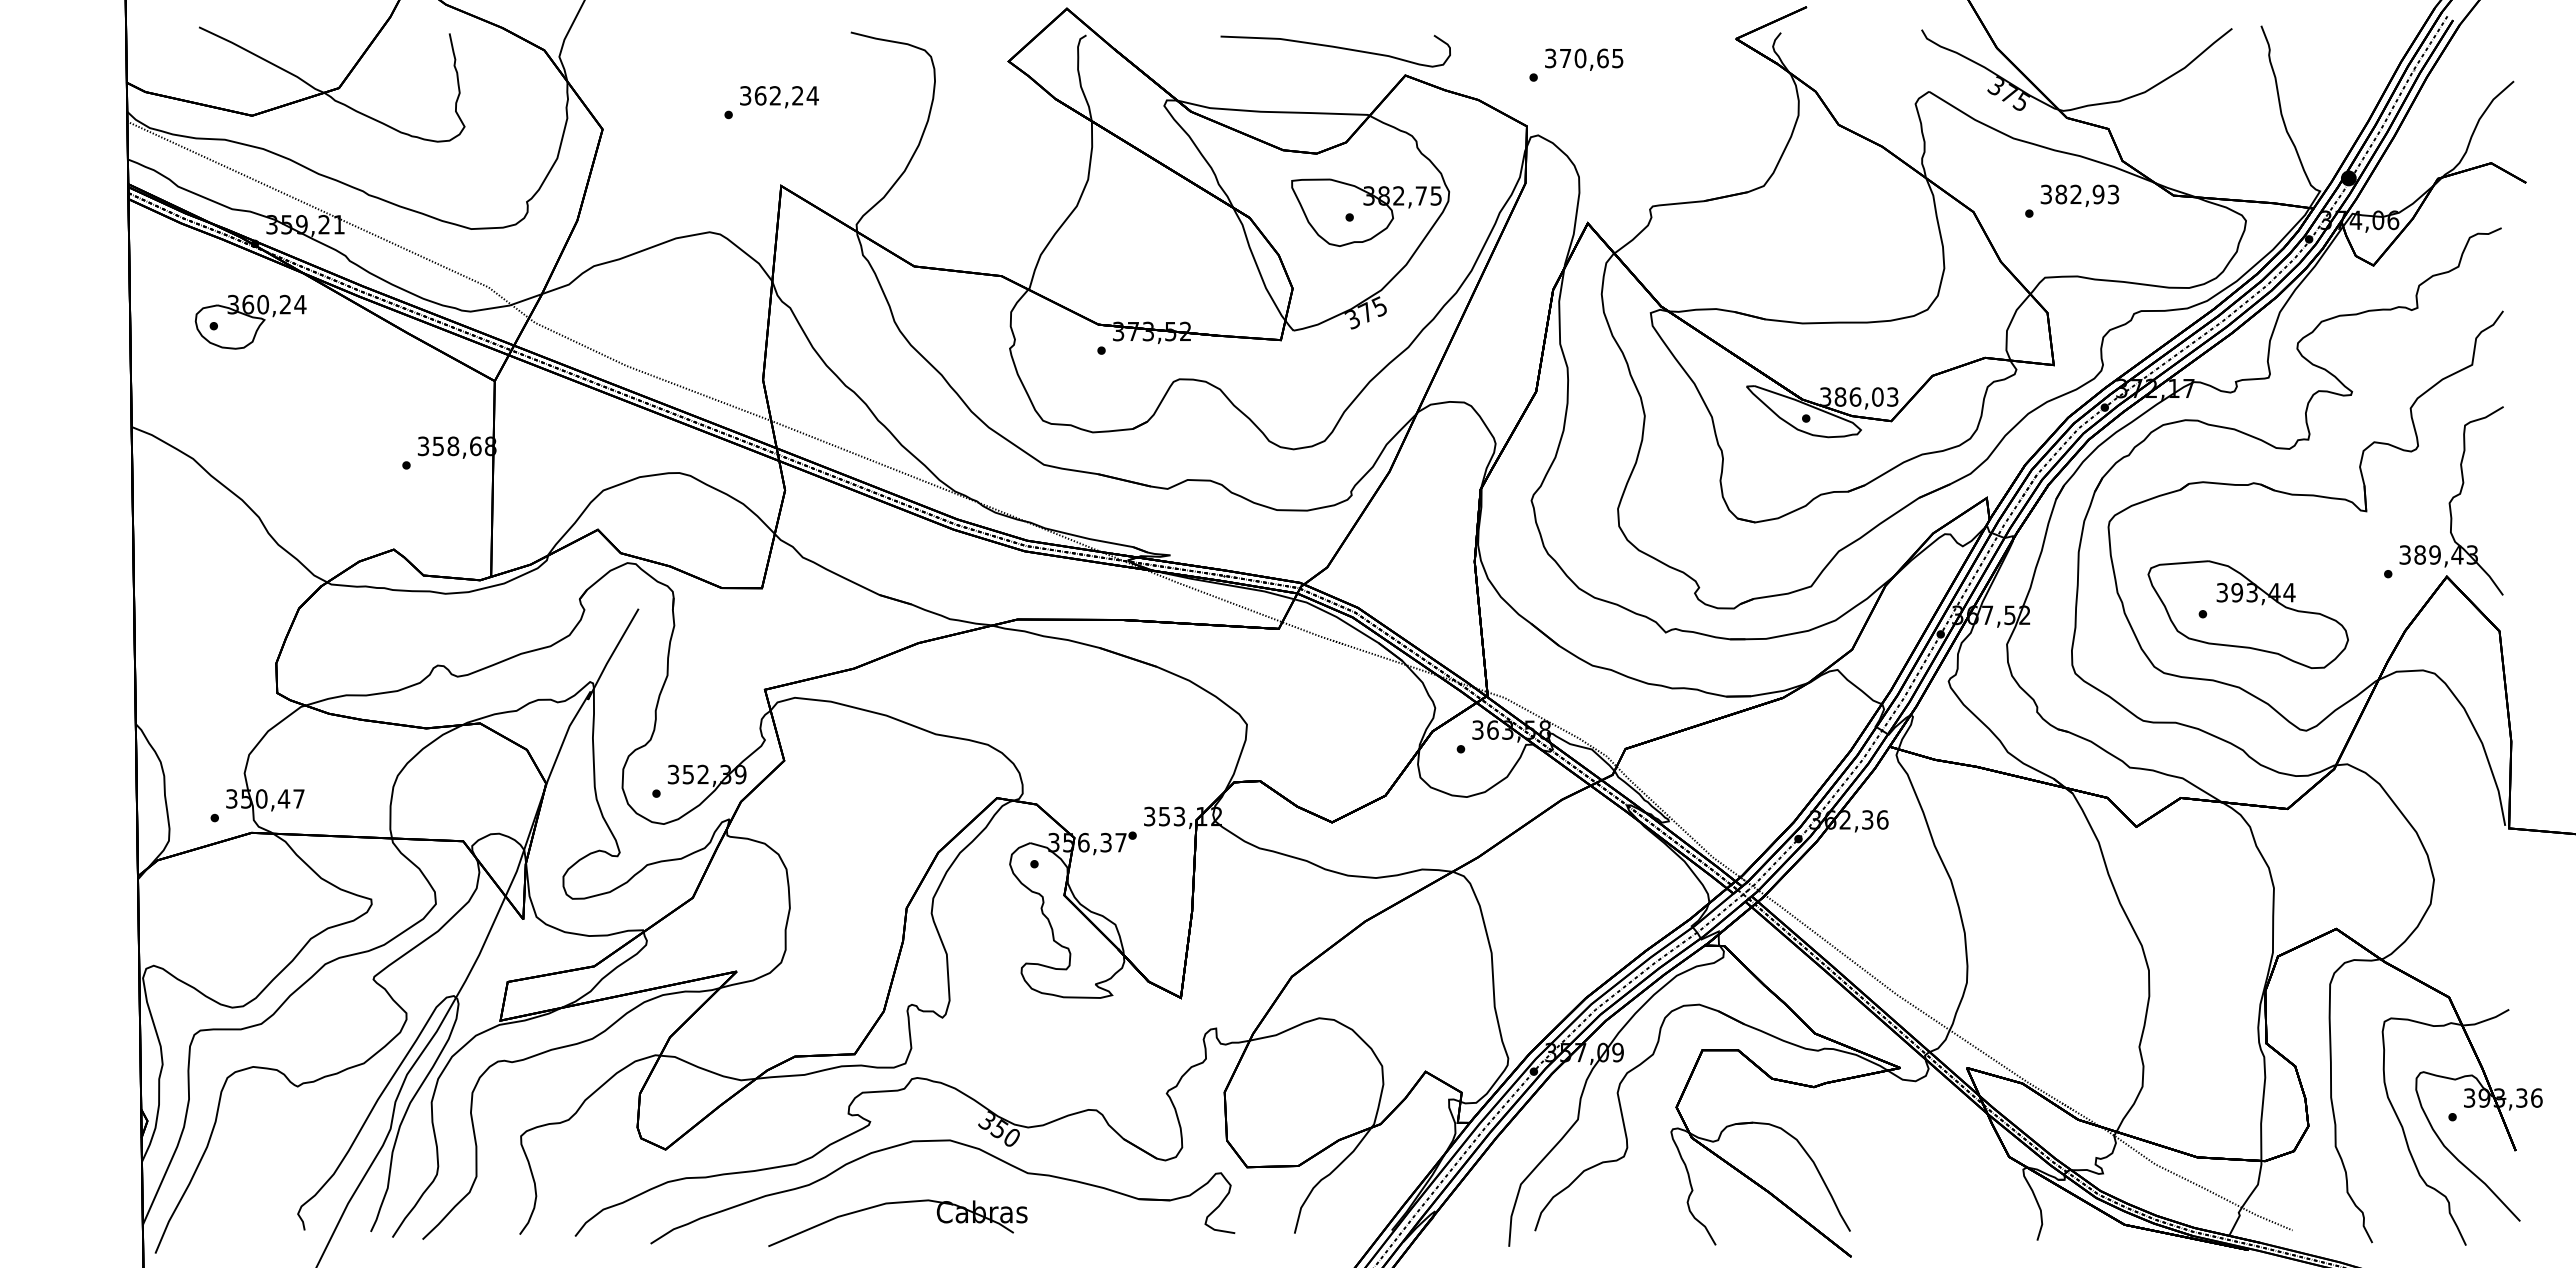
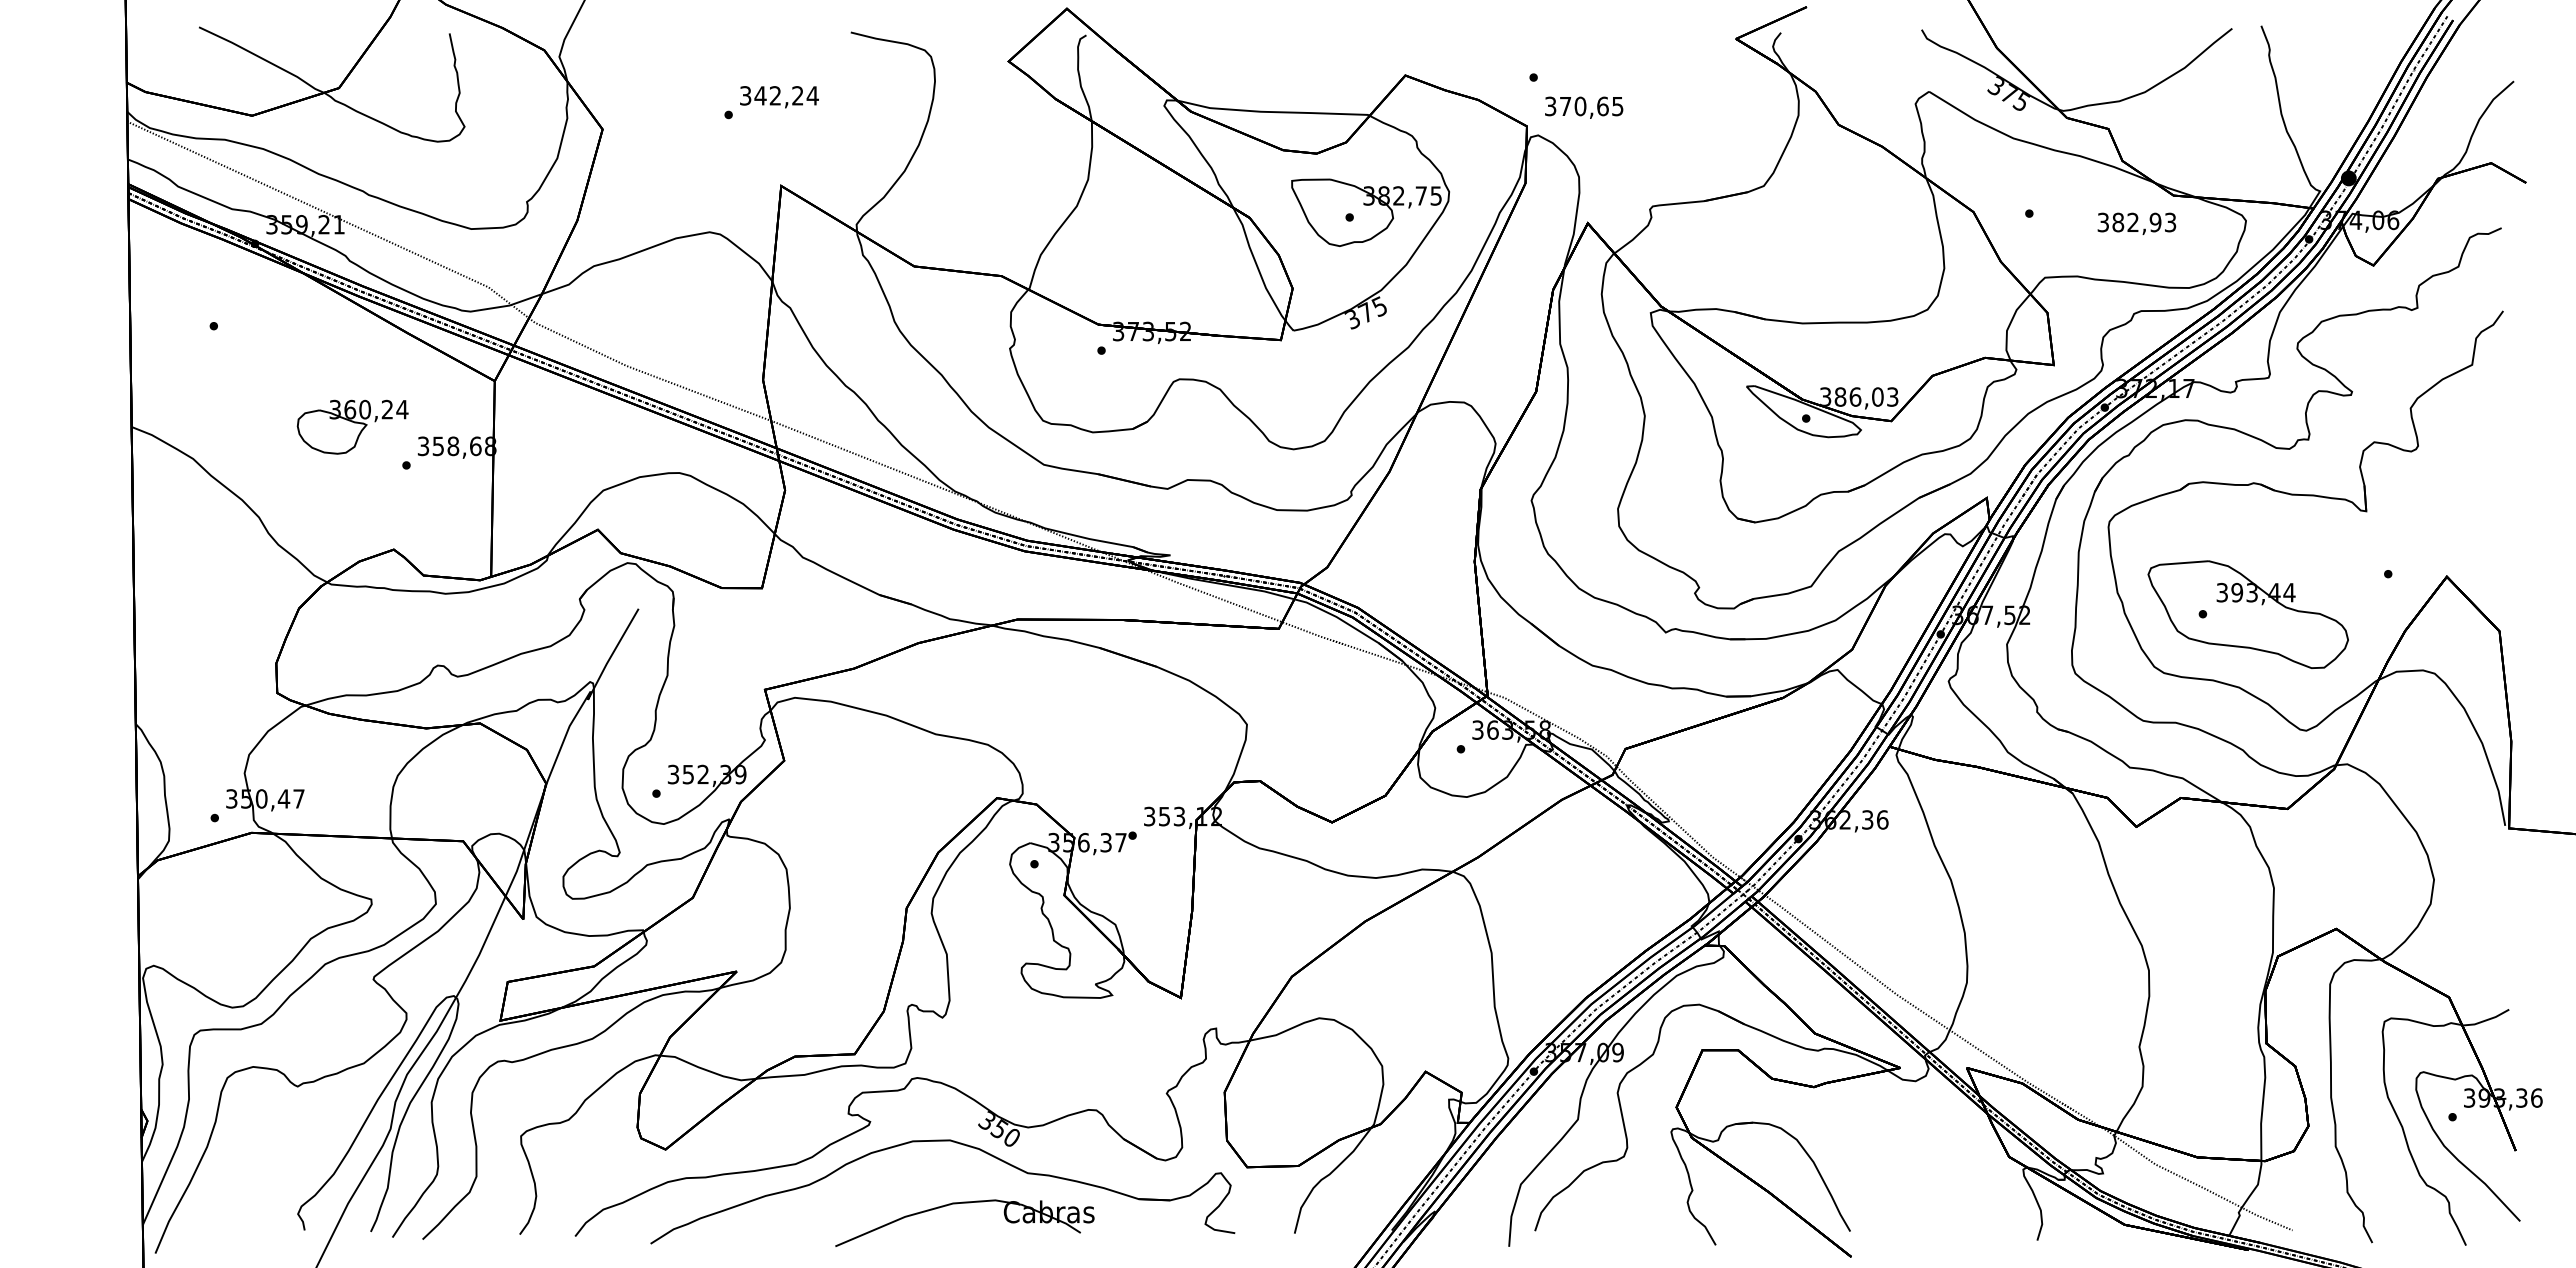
curve at (1336, 48): present -> none
text at (1584, 59) position: (1584, 59) -> (1584, 107)
text at (760, 95): 362,24 -> 342,24
text at (2079, 195) position: (2079, 195) -> (2136, 223)
part at (250, 321) position: (250, 321) -> (352, 426)
part at (2451, 500): present -> none
part at (897, 1203) position: (897, 1203) -> (964, 1203)
